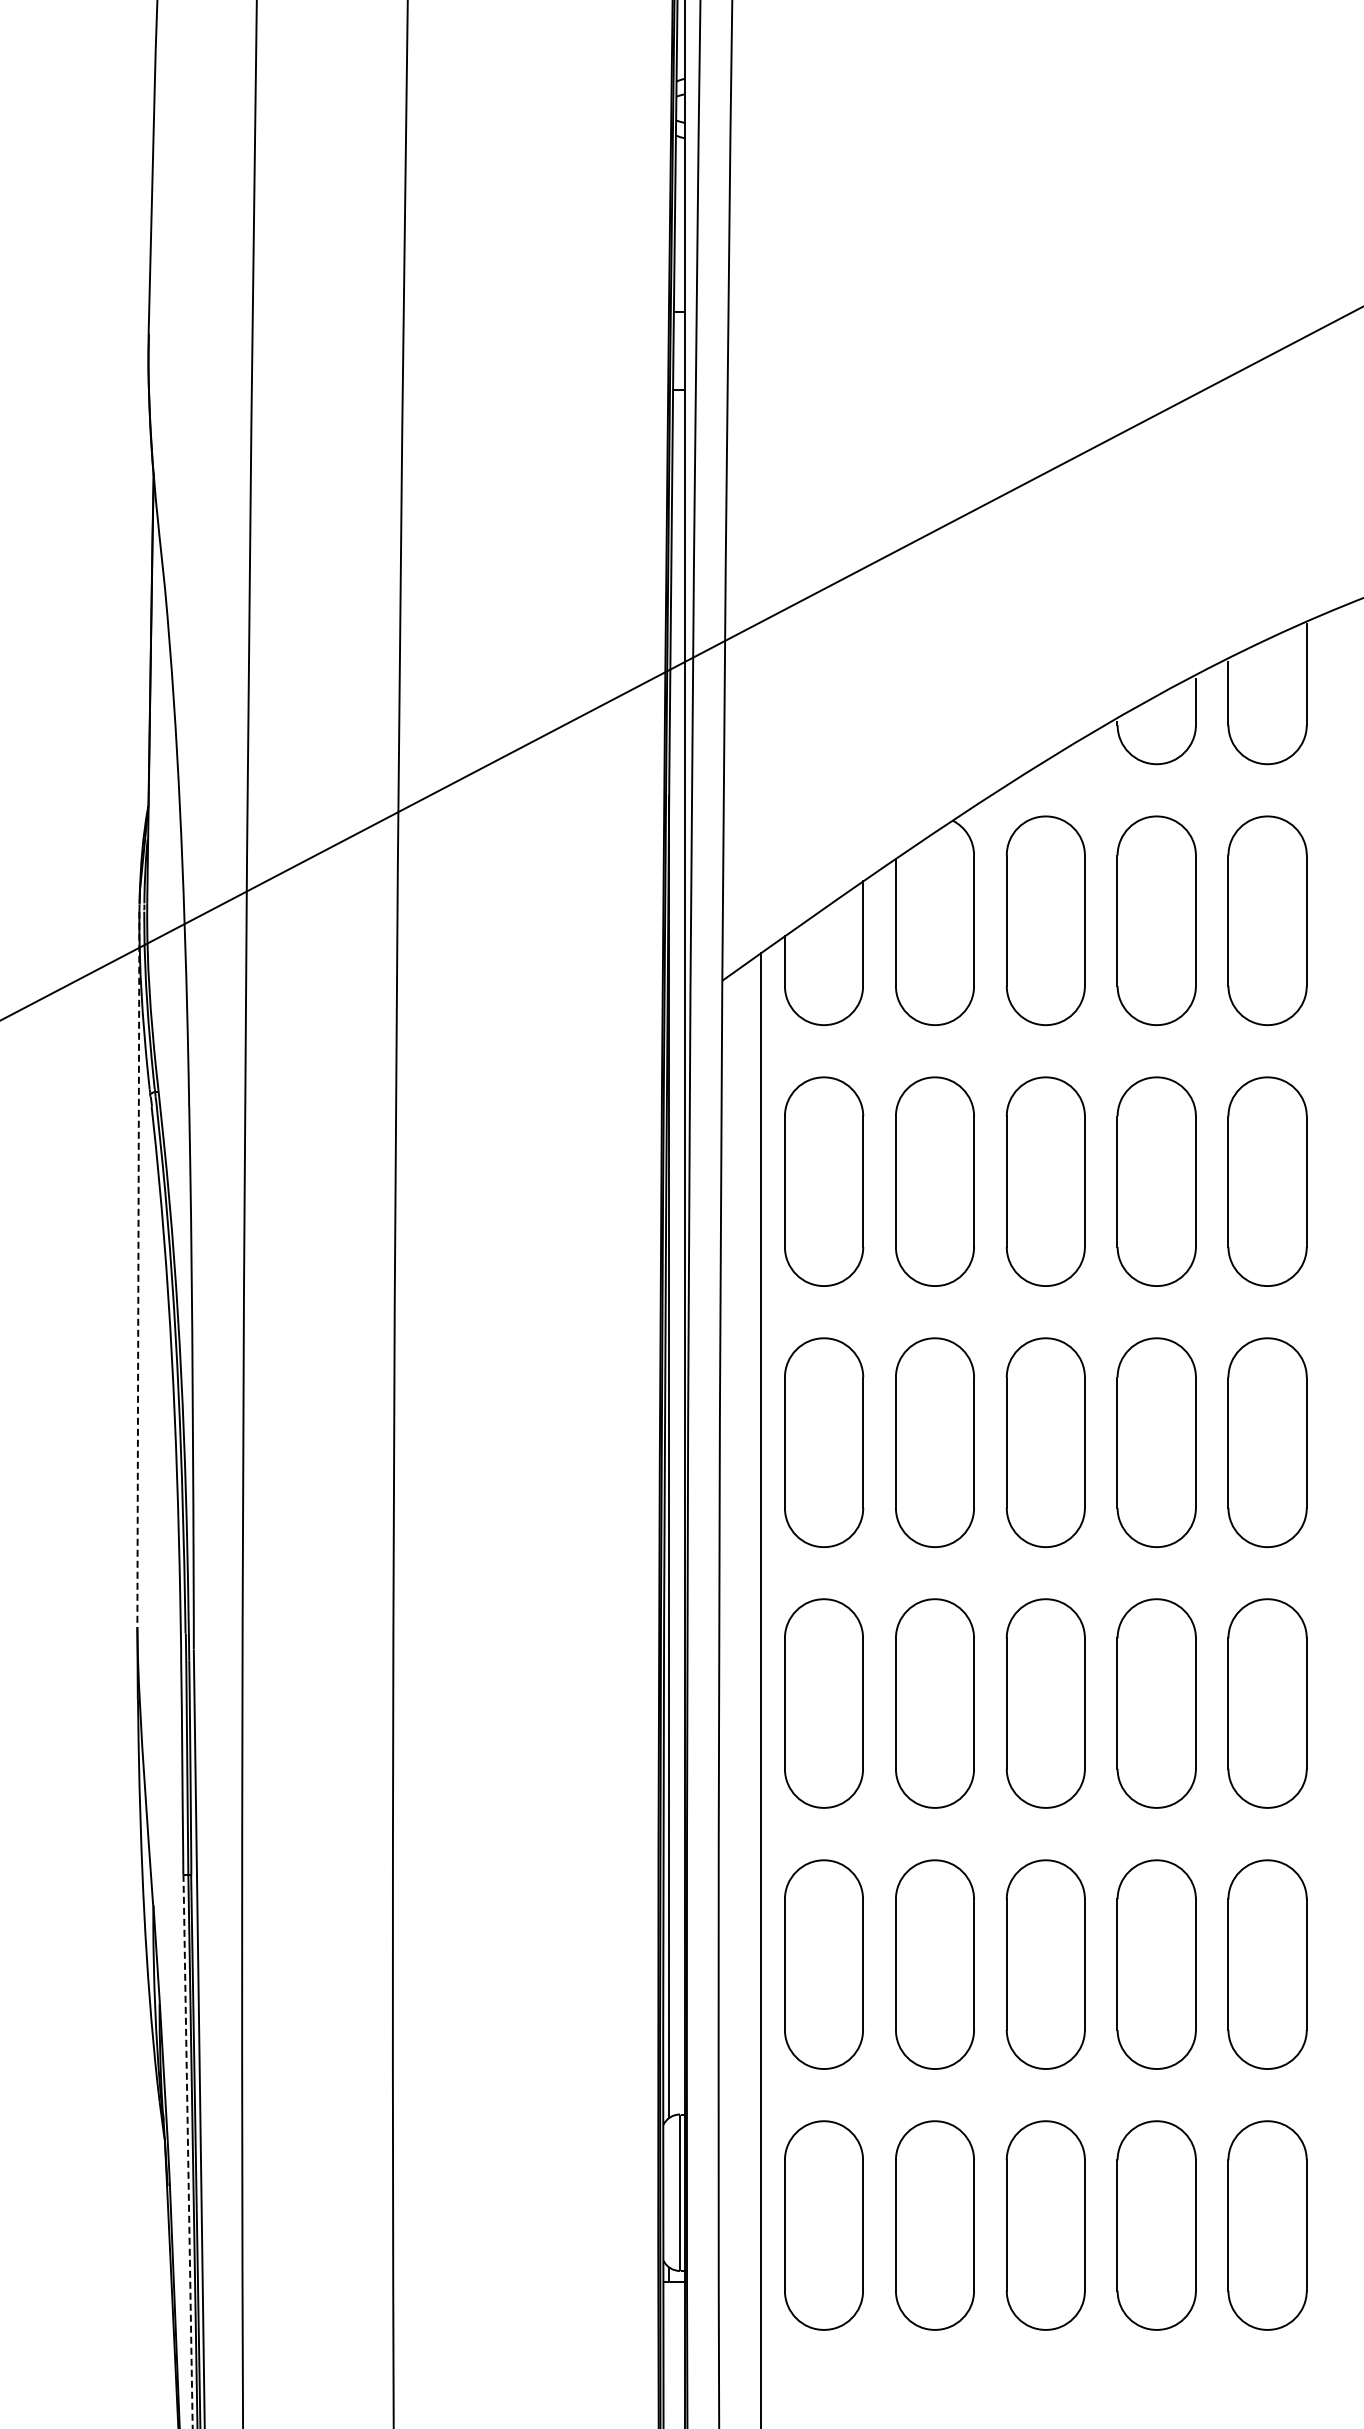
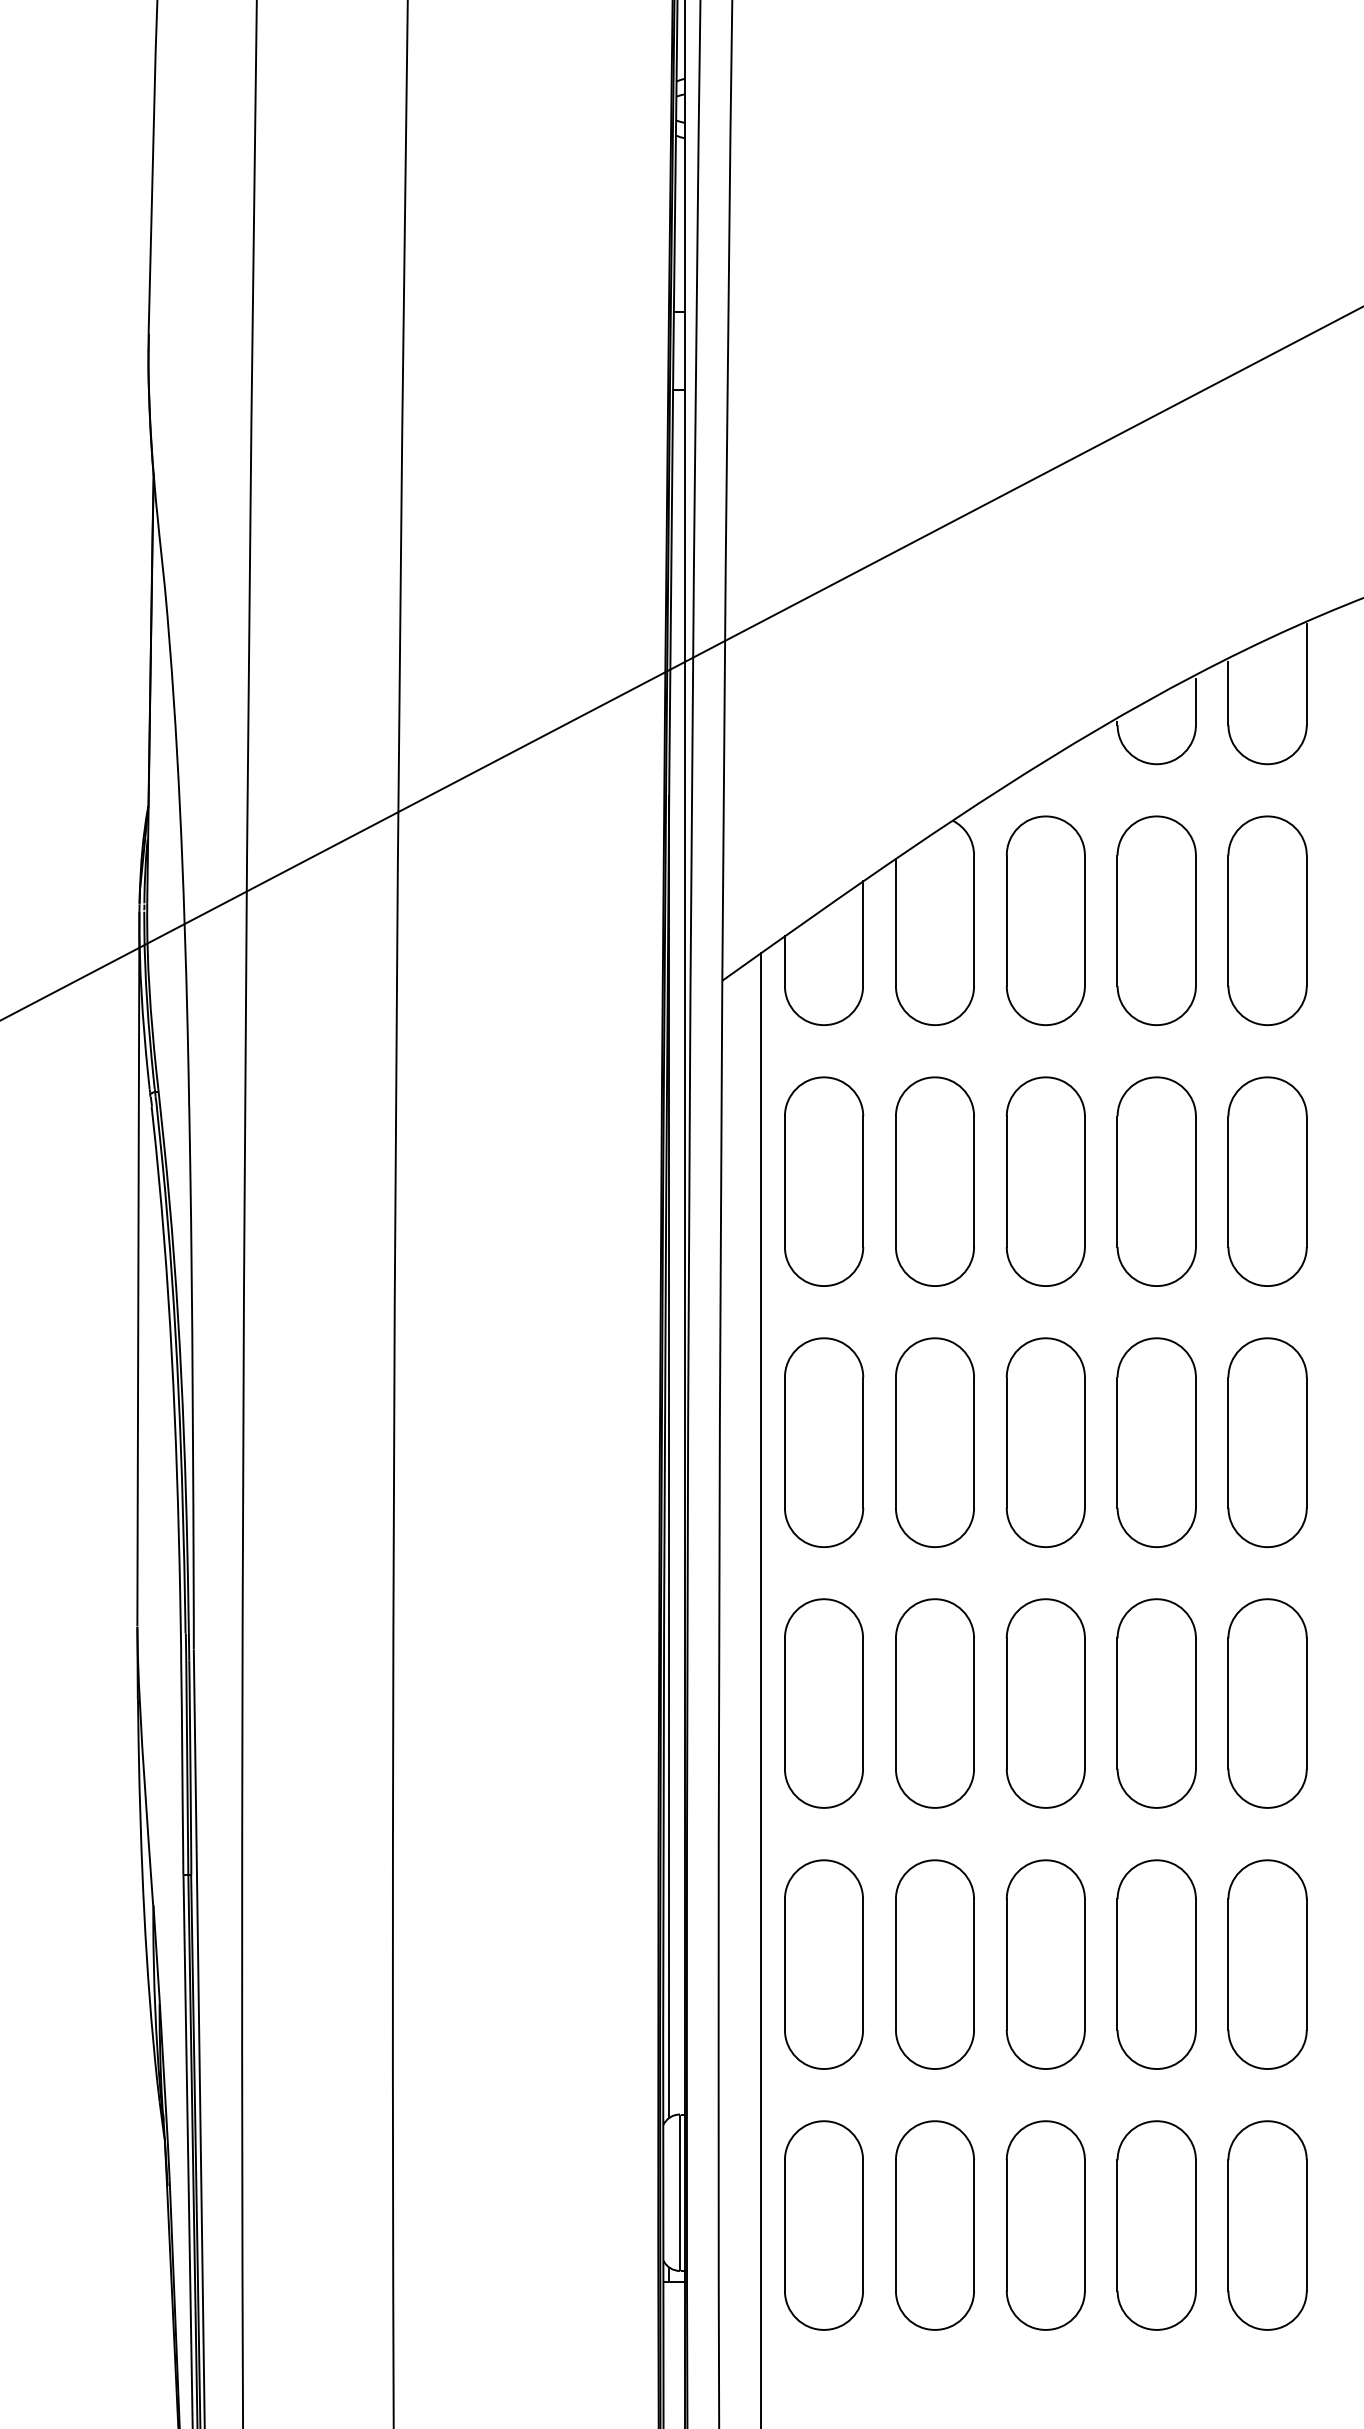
line at (138, 1269): dashed -> solid
line at (188, 2151): dashed -> solid
